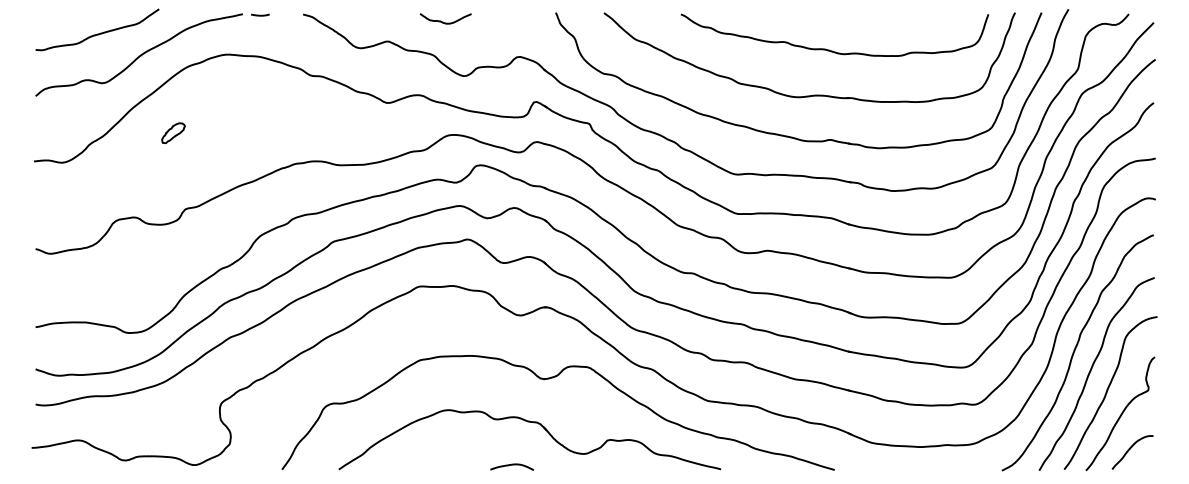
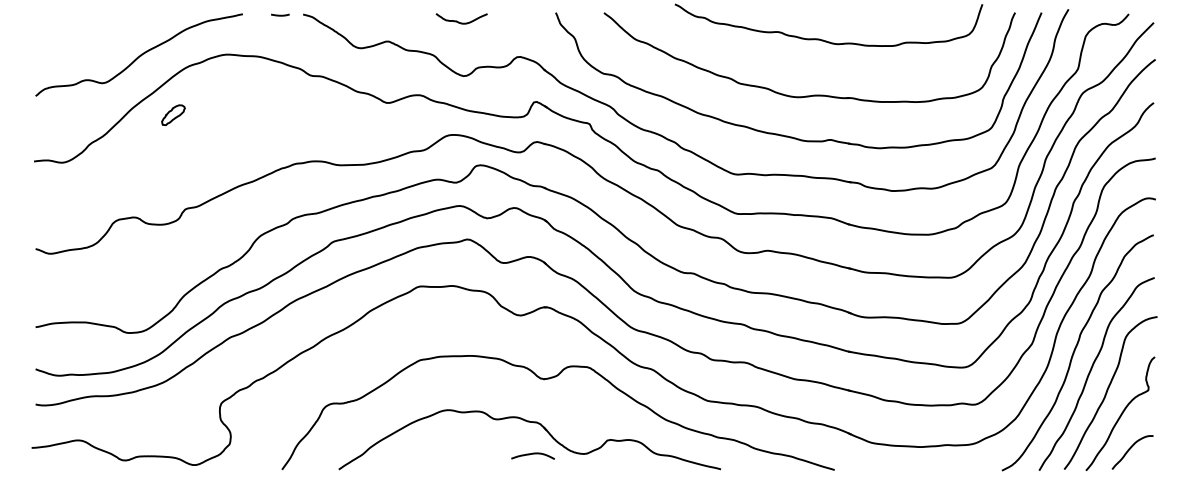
line at (260, 14) position: (260, 14) -> (280, 14)
curve at (443, 21) position: (443, 21) -> (459, 21)
curve at (97, 33): present -> none
part at (829, 49) position: (829, 49) -> (823, 39)
part at (173, 132) position: (173, 132) -> (173, 114)
curve at (511, 465) position: (511, 465) -> (532, 454)
